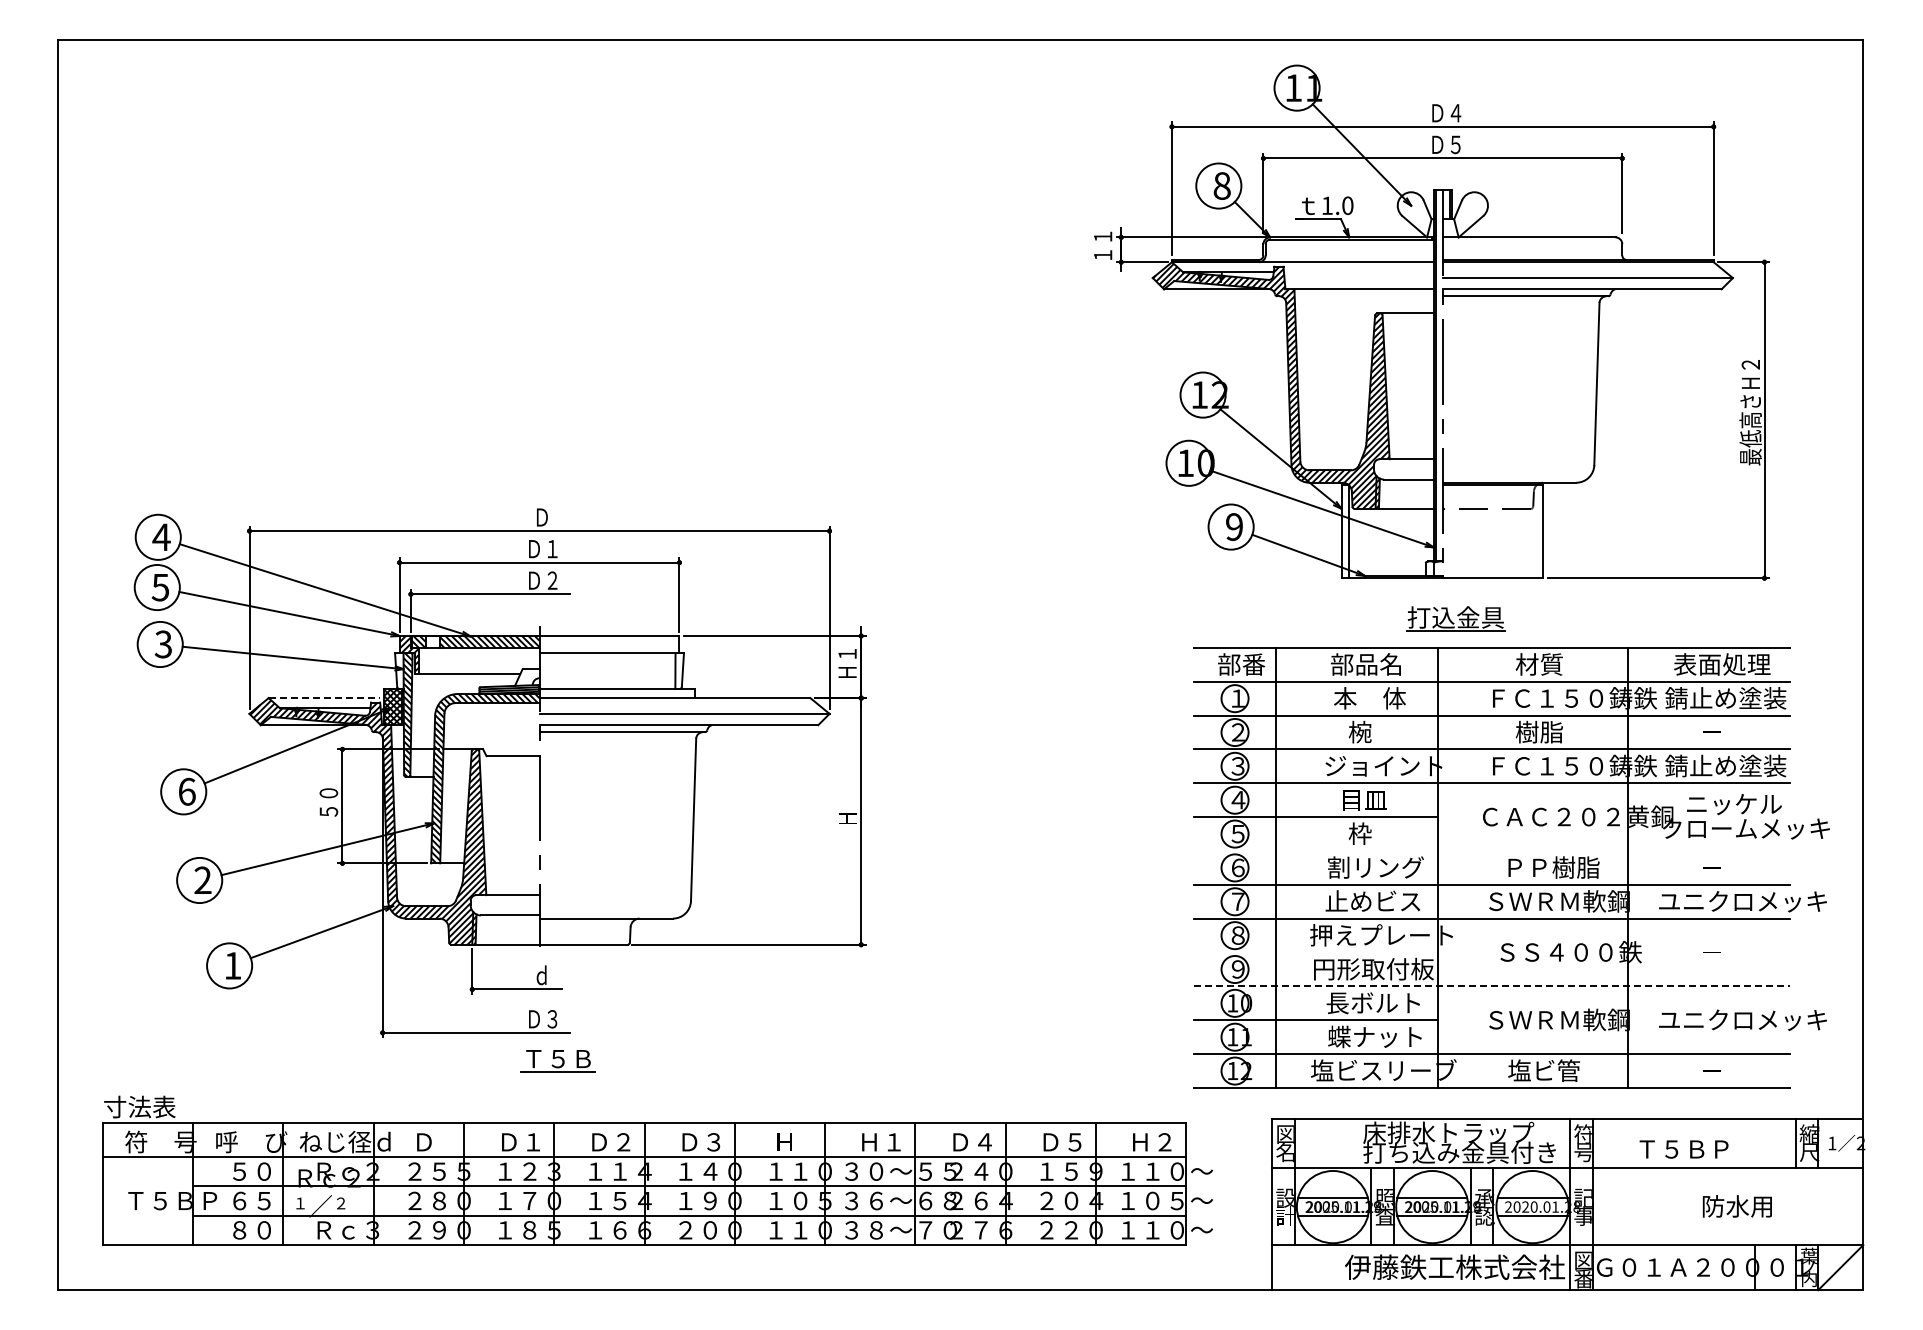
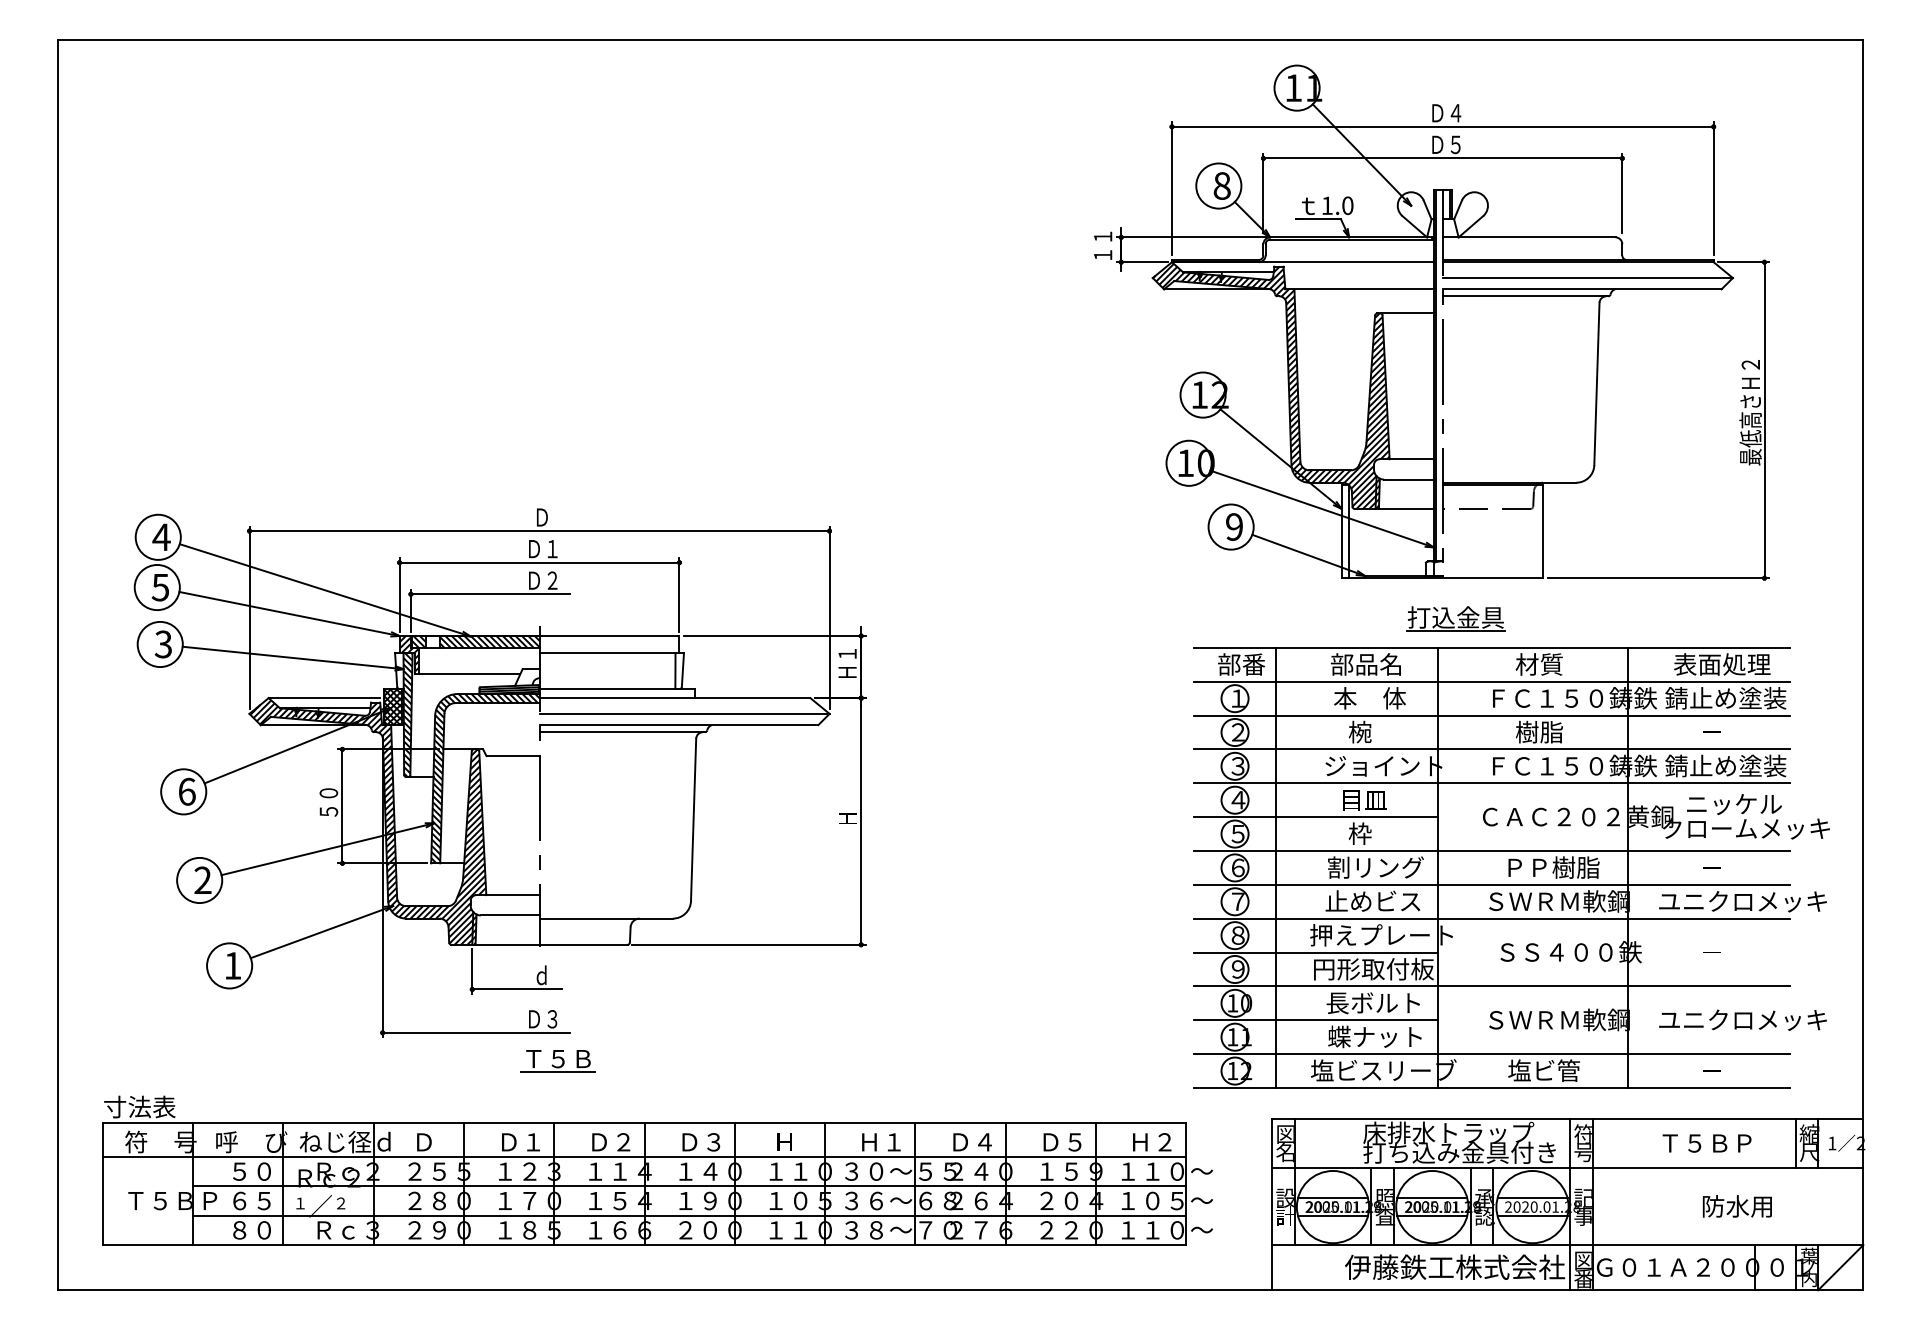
line at (324, 698): dashed -> solid
line at (1492, 851): none -> present
line at (1316, 952): none -> present
line at (1492, 986): dashed -> solid
text at (1683, 1149) position: (1683, 1149) -> (1706, 1143)
